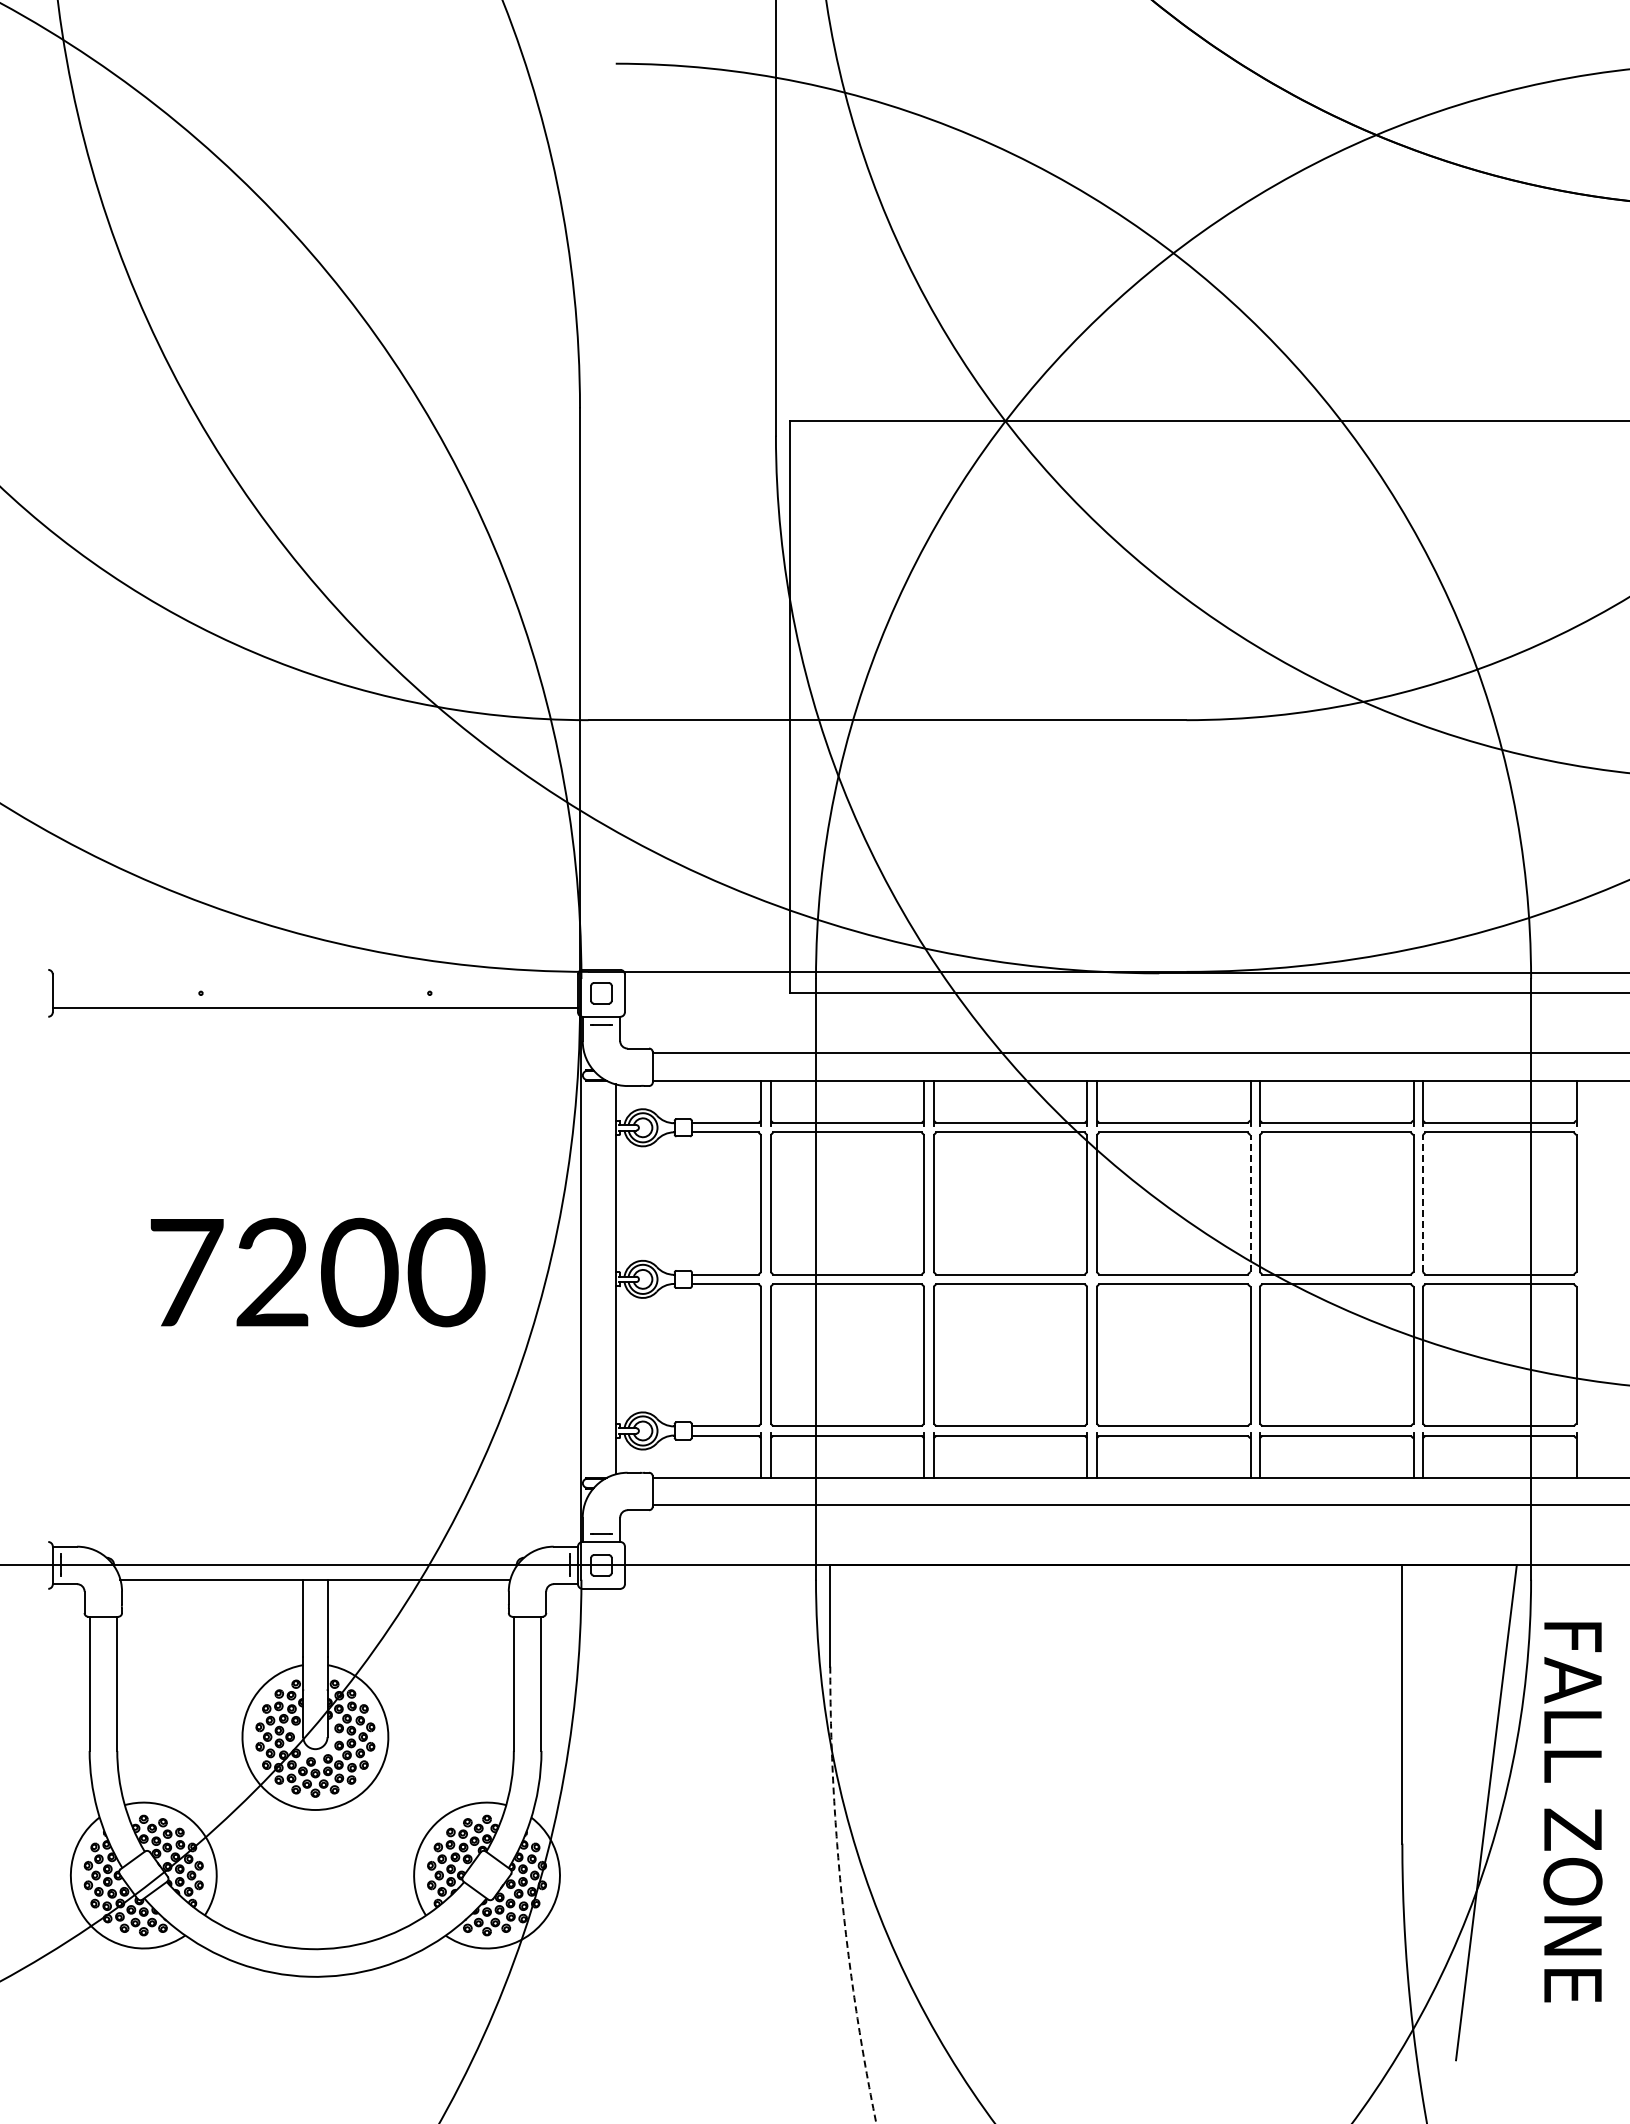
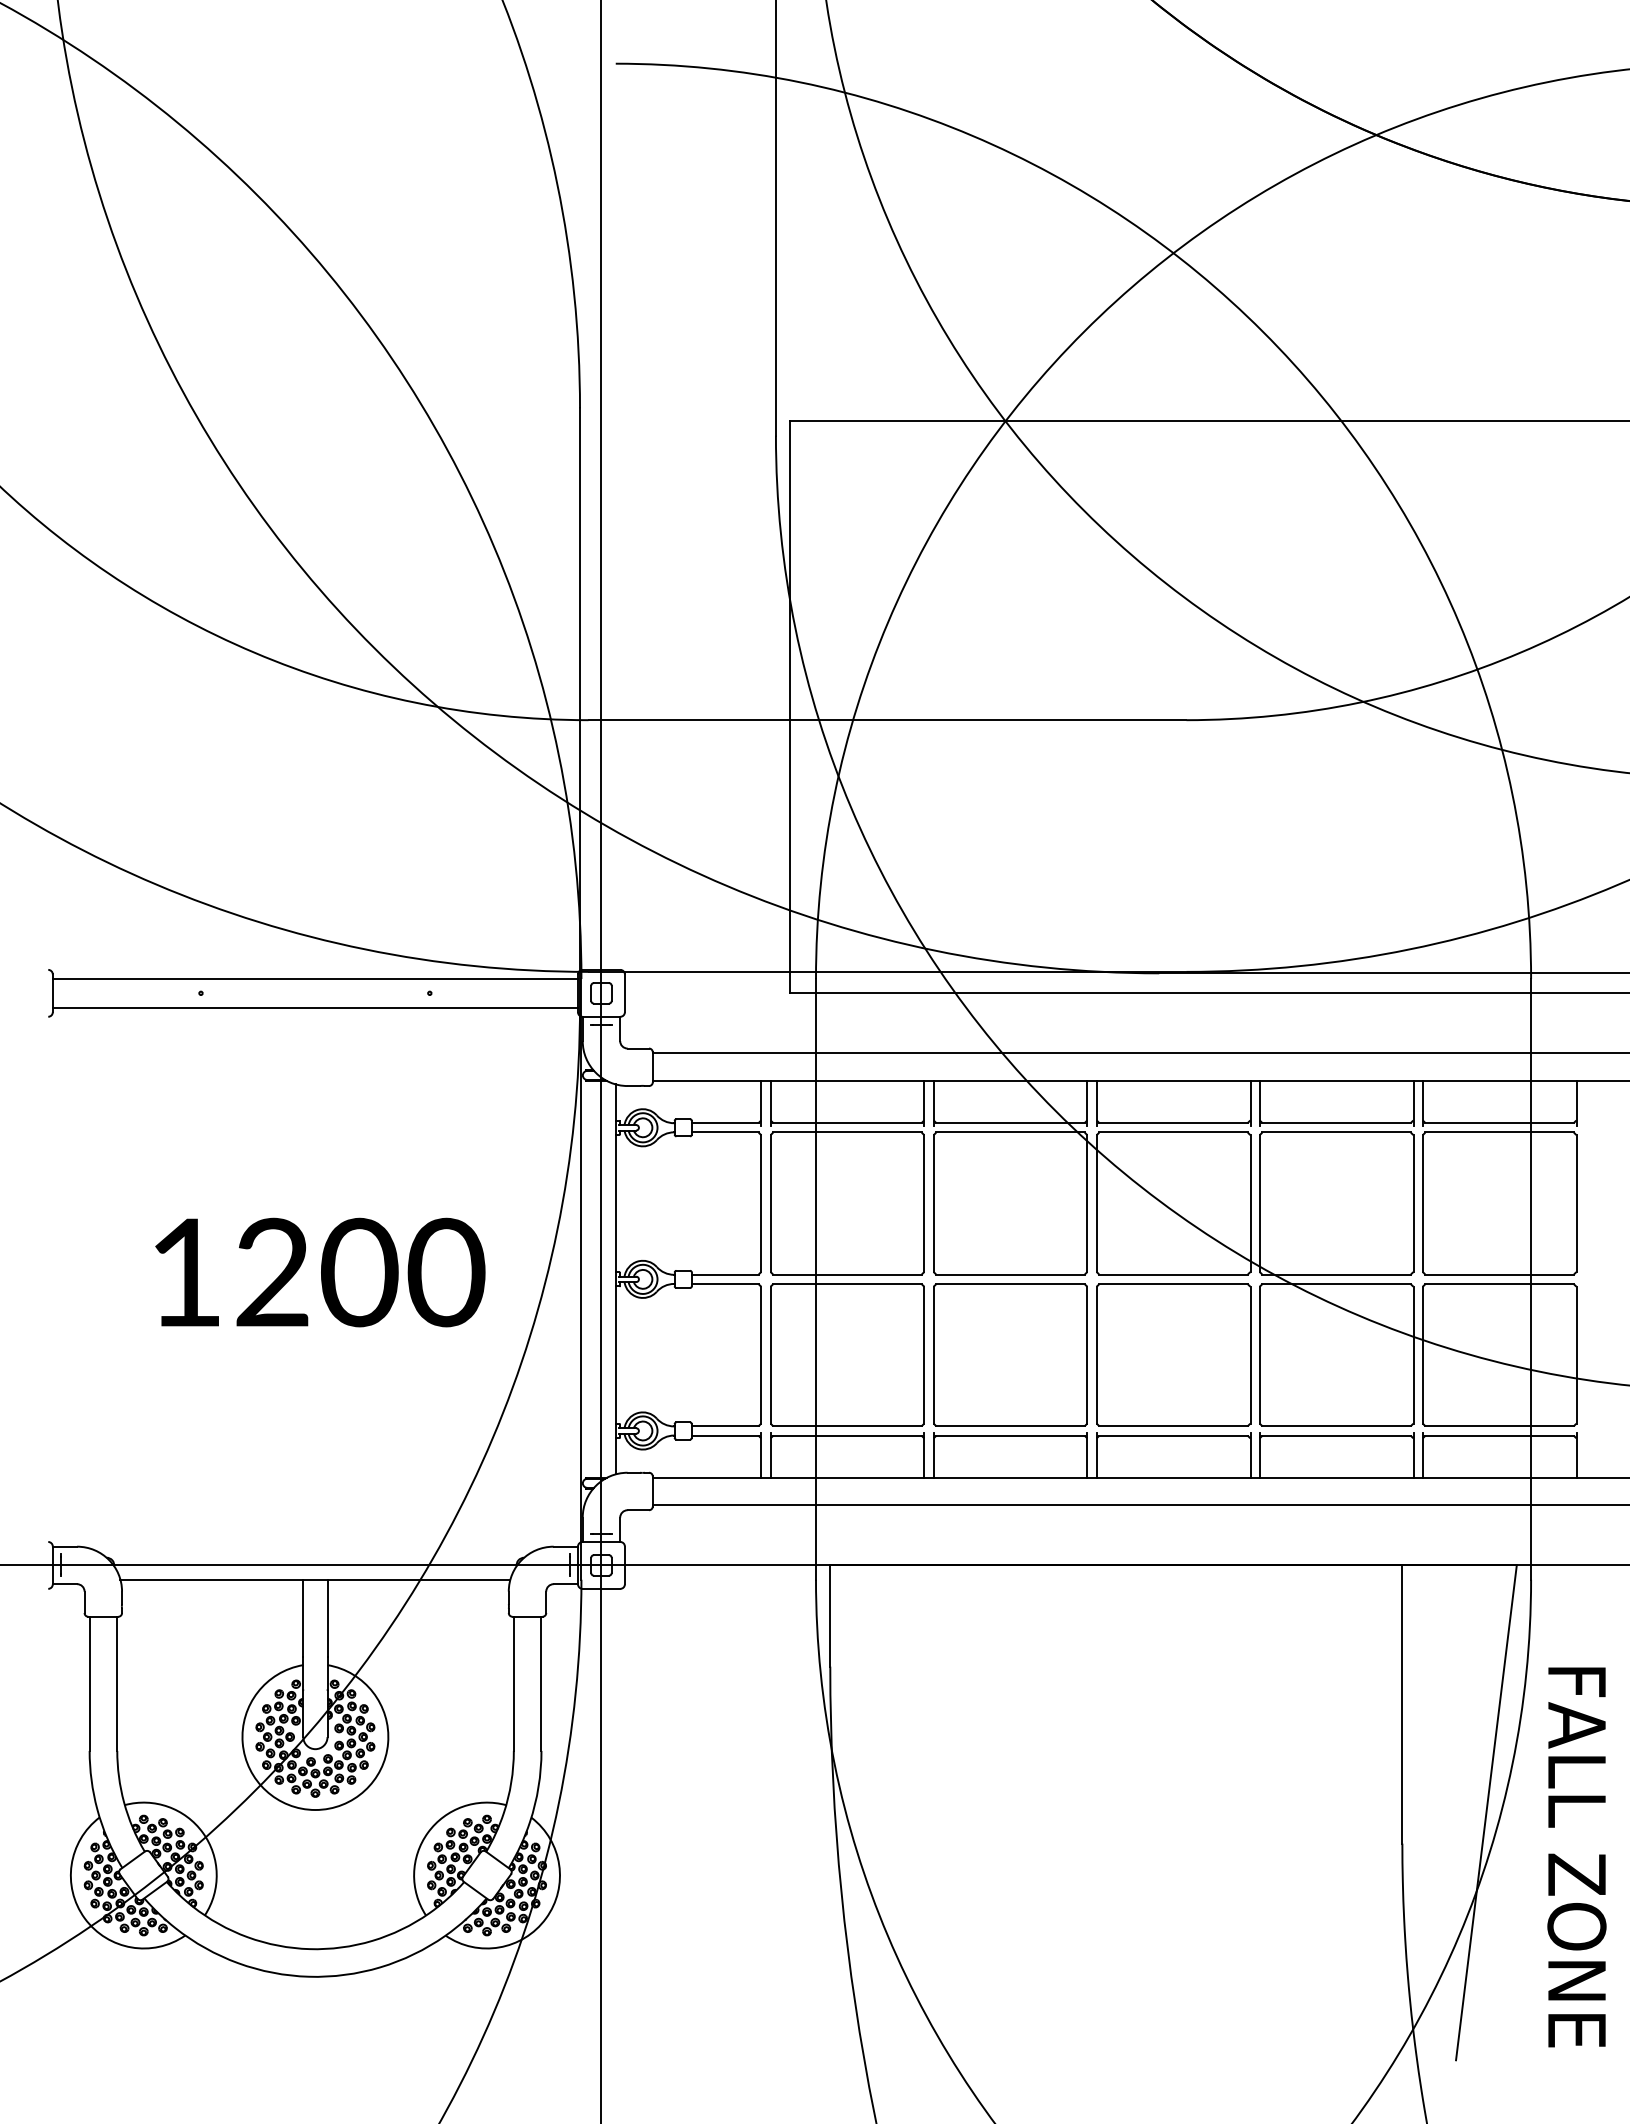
line at (315, 979): none -> present
line at (601, 1061): none -> present
line at (1250, 1203): dashed -> solid
line at (1422, 1203): dashed -> solid
text at (186, 1272): 7200 -> 1200
text at (1572, 1812) position: (1572, 1812) -> (1576, 1857)
arc at (842, 1897): dashed -> solid
